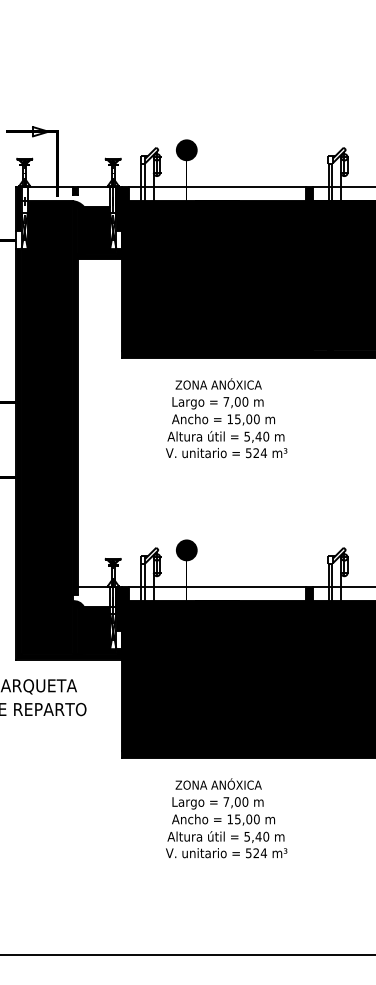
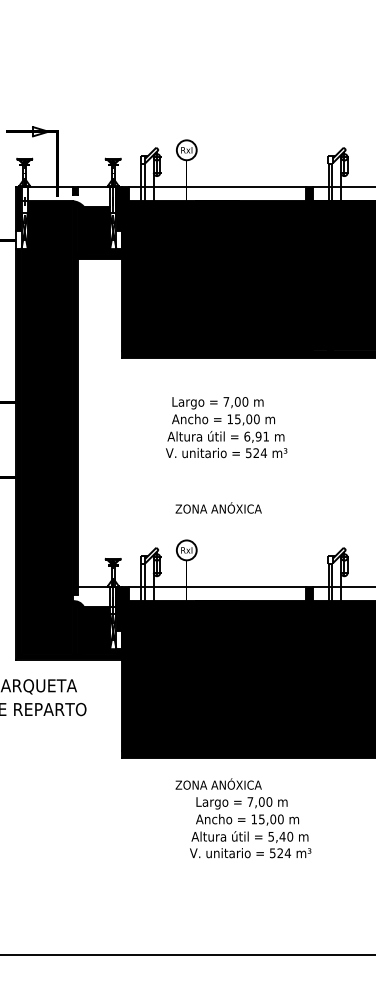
fill at (186, 150): present -> none
text at (218, 383) position: (218, 383) -> (218, 507)
text at (256, 436): 5,40 -> 6,91
fill at (186, 550): present -> none
text at (226, 827) position: (226, 827) -> (250, 827)
